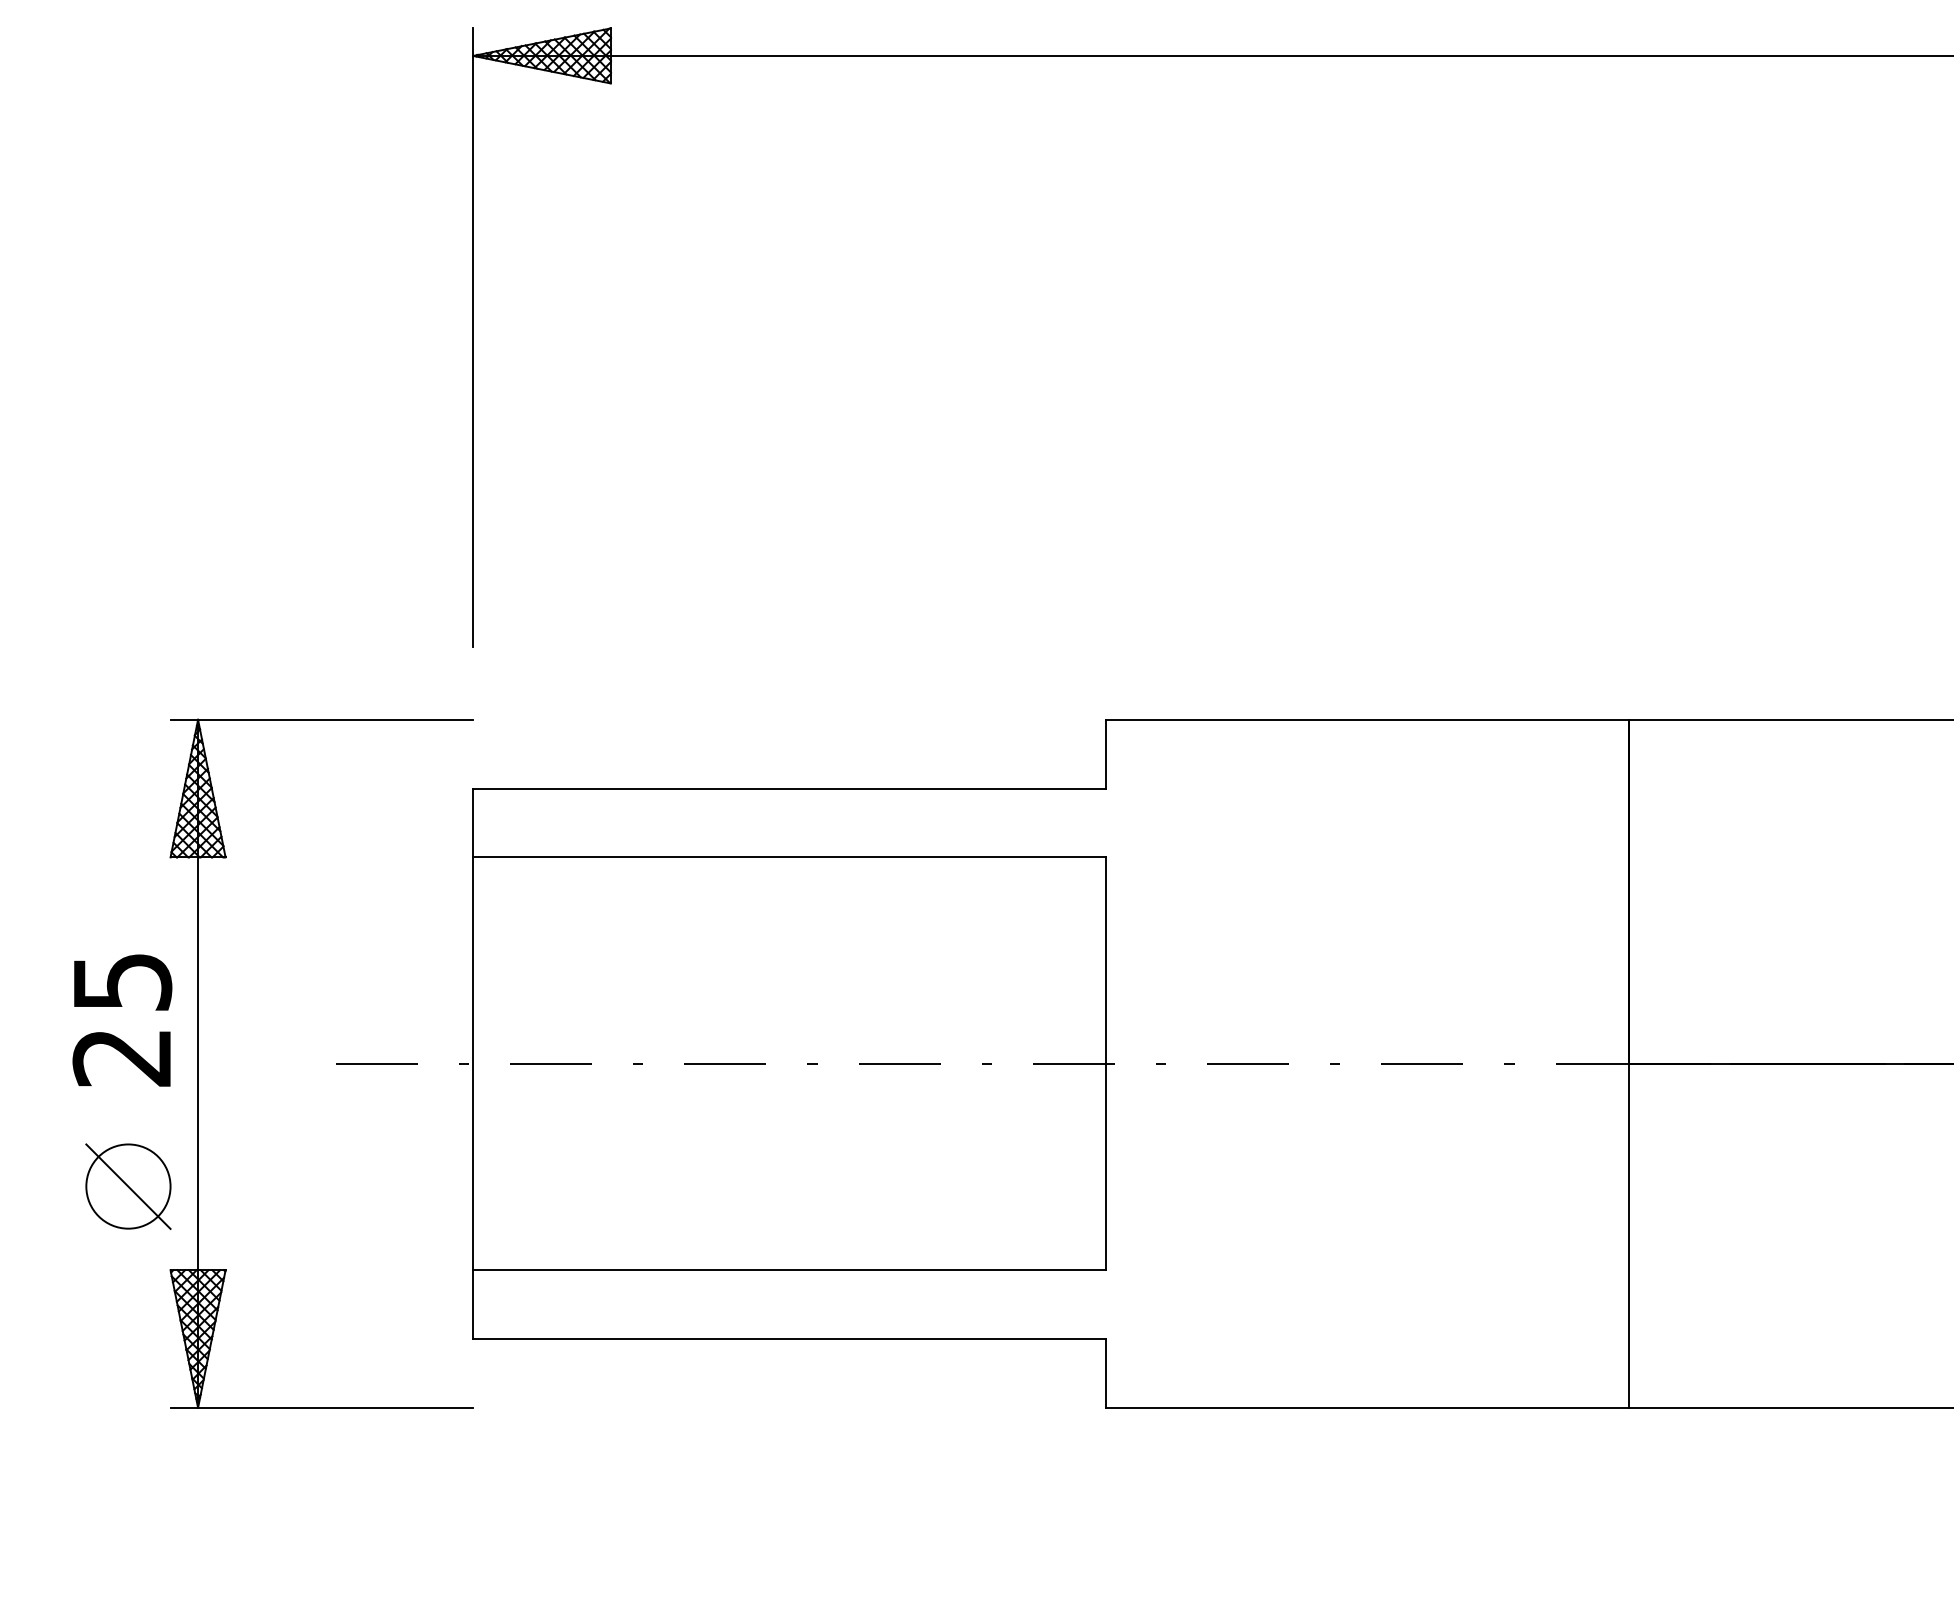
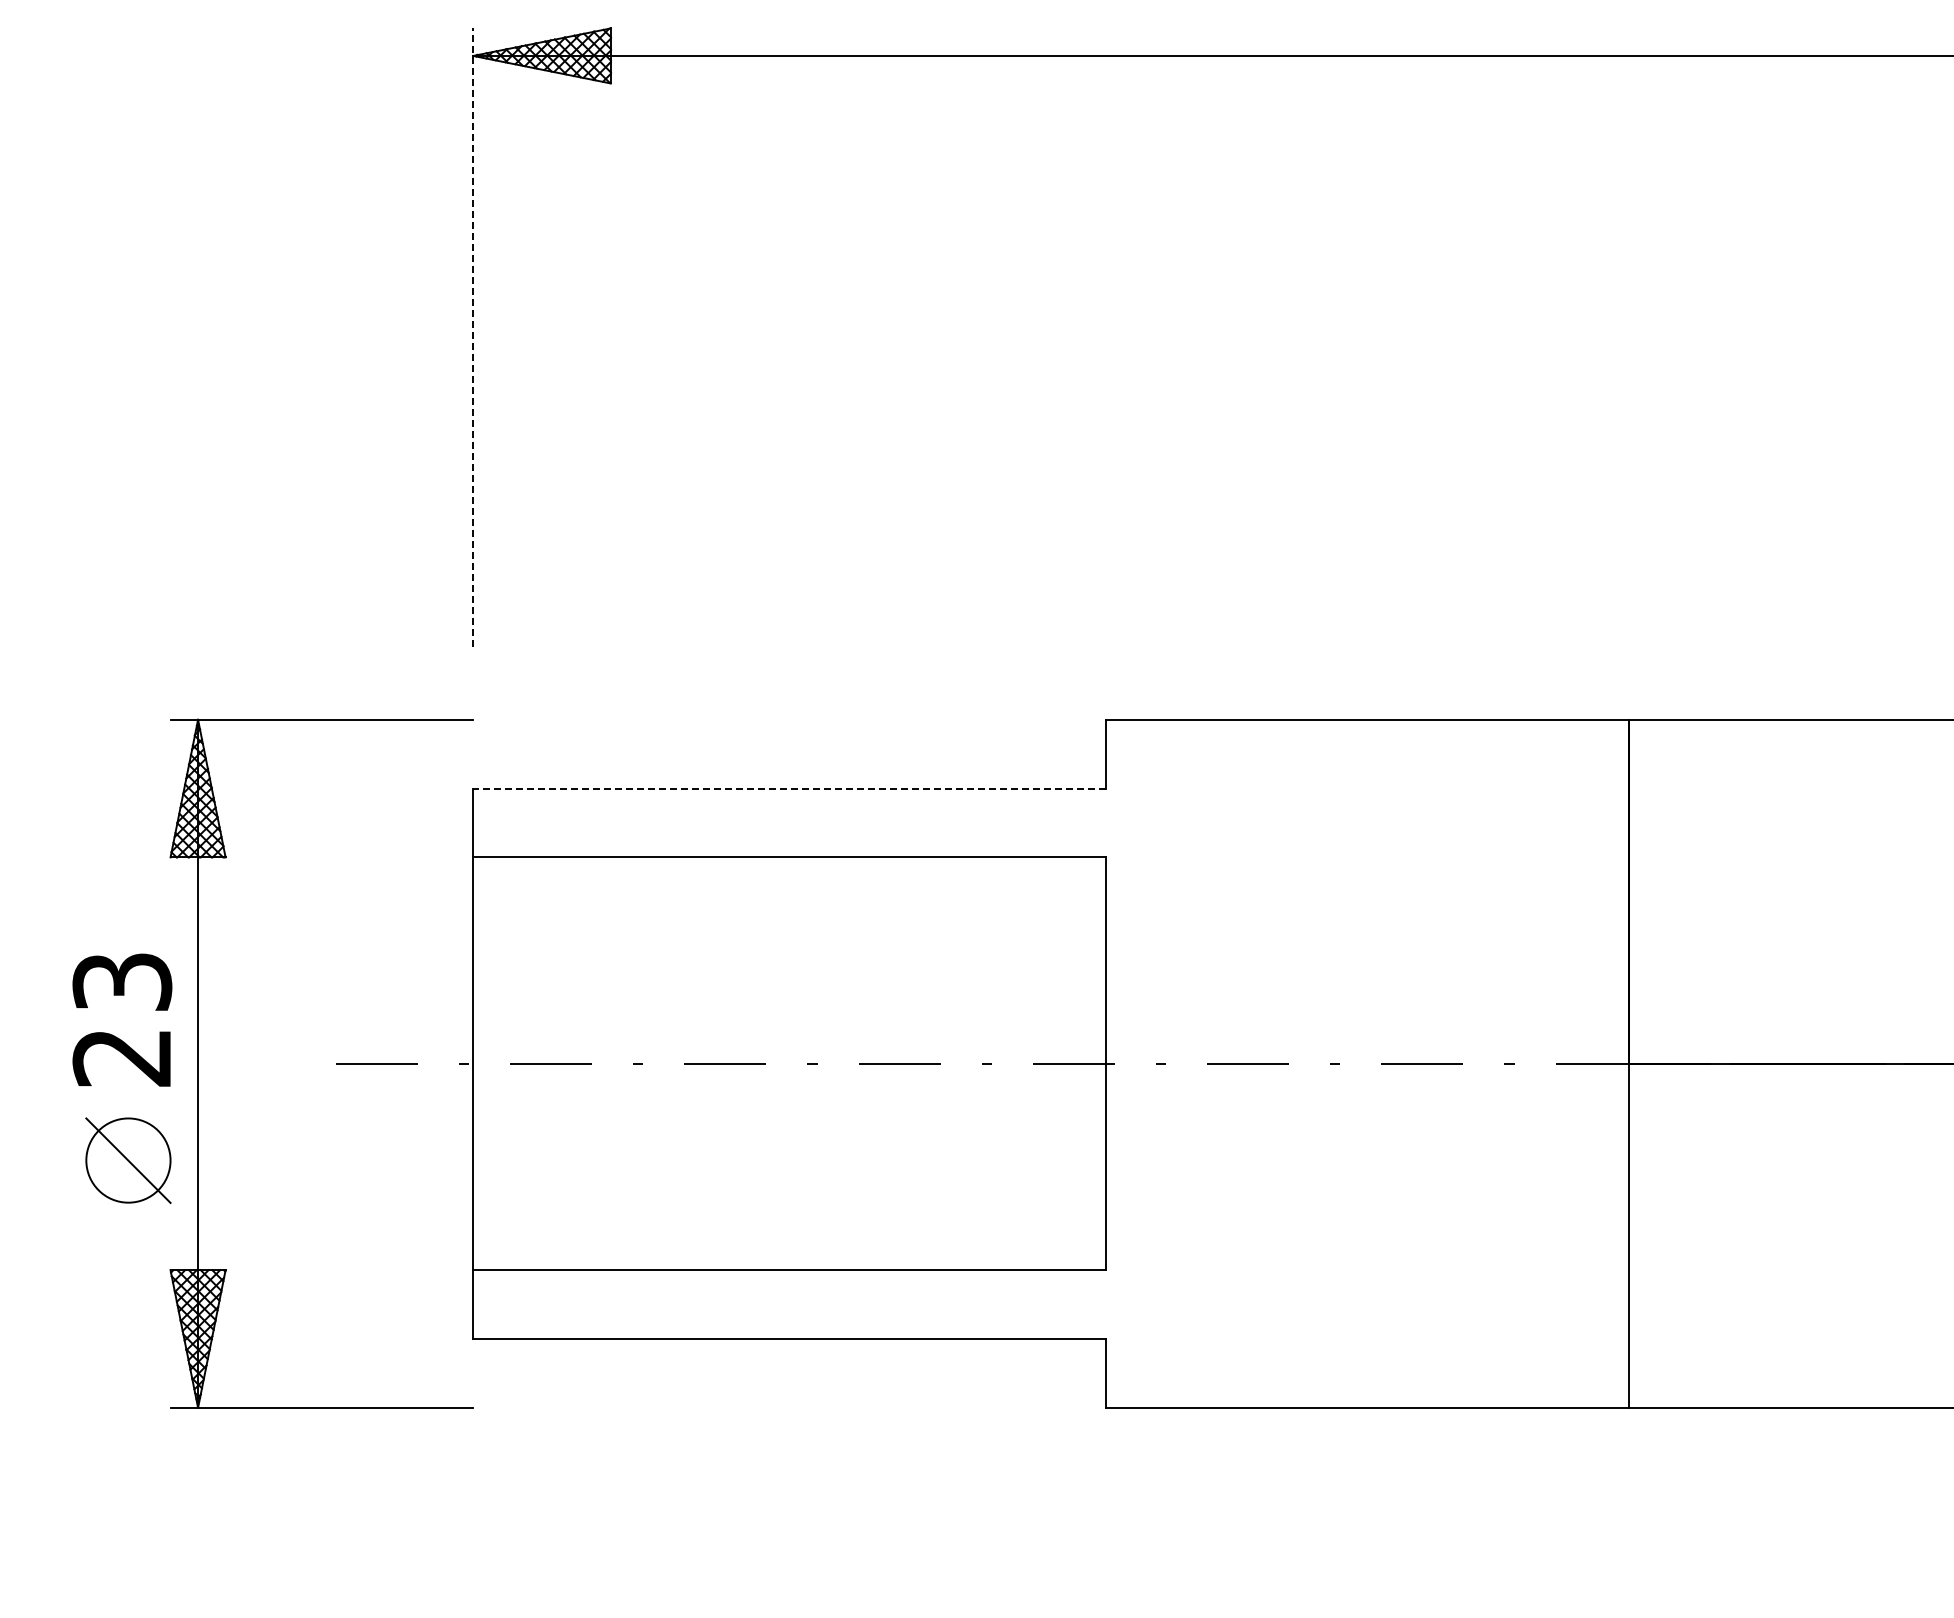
line at (473, 337): solid -> dashed
line at (789, 788): solid -> dashed
text at (121, 981): 25 -> 23
part at (128, 1186) position: (128, 1186) -> (128, 1160)
